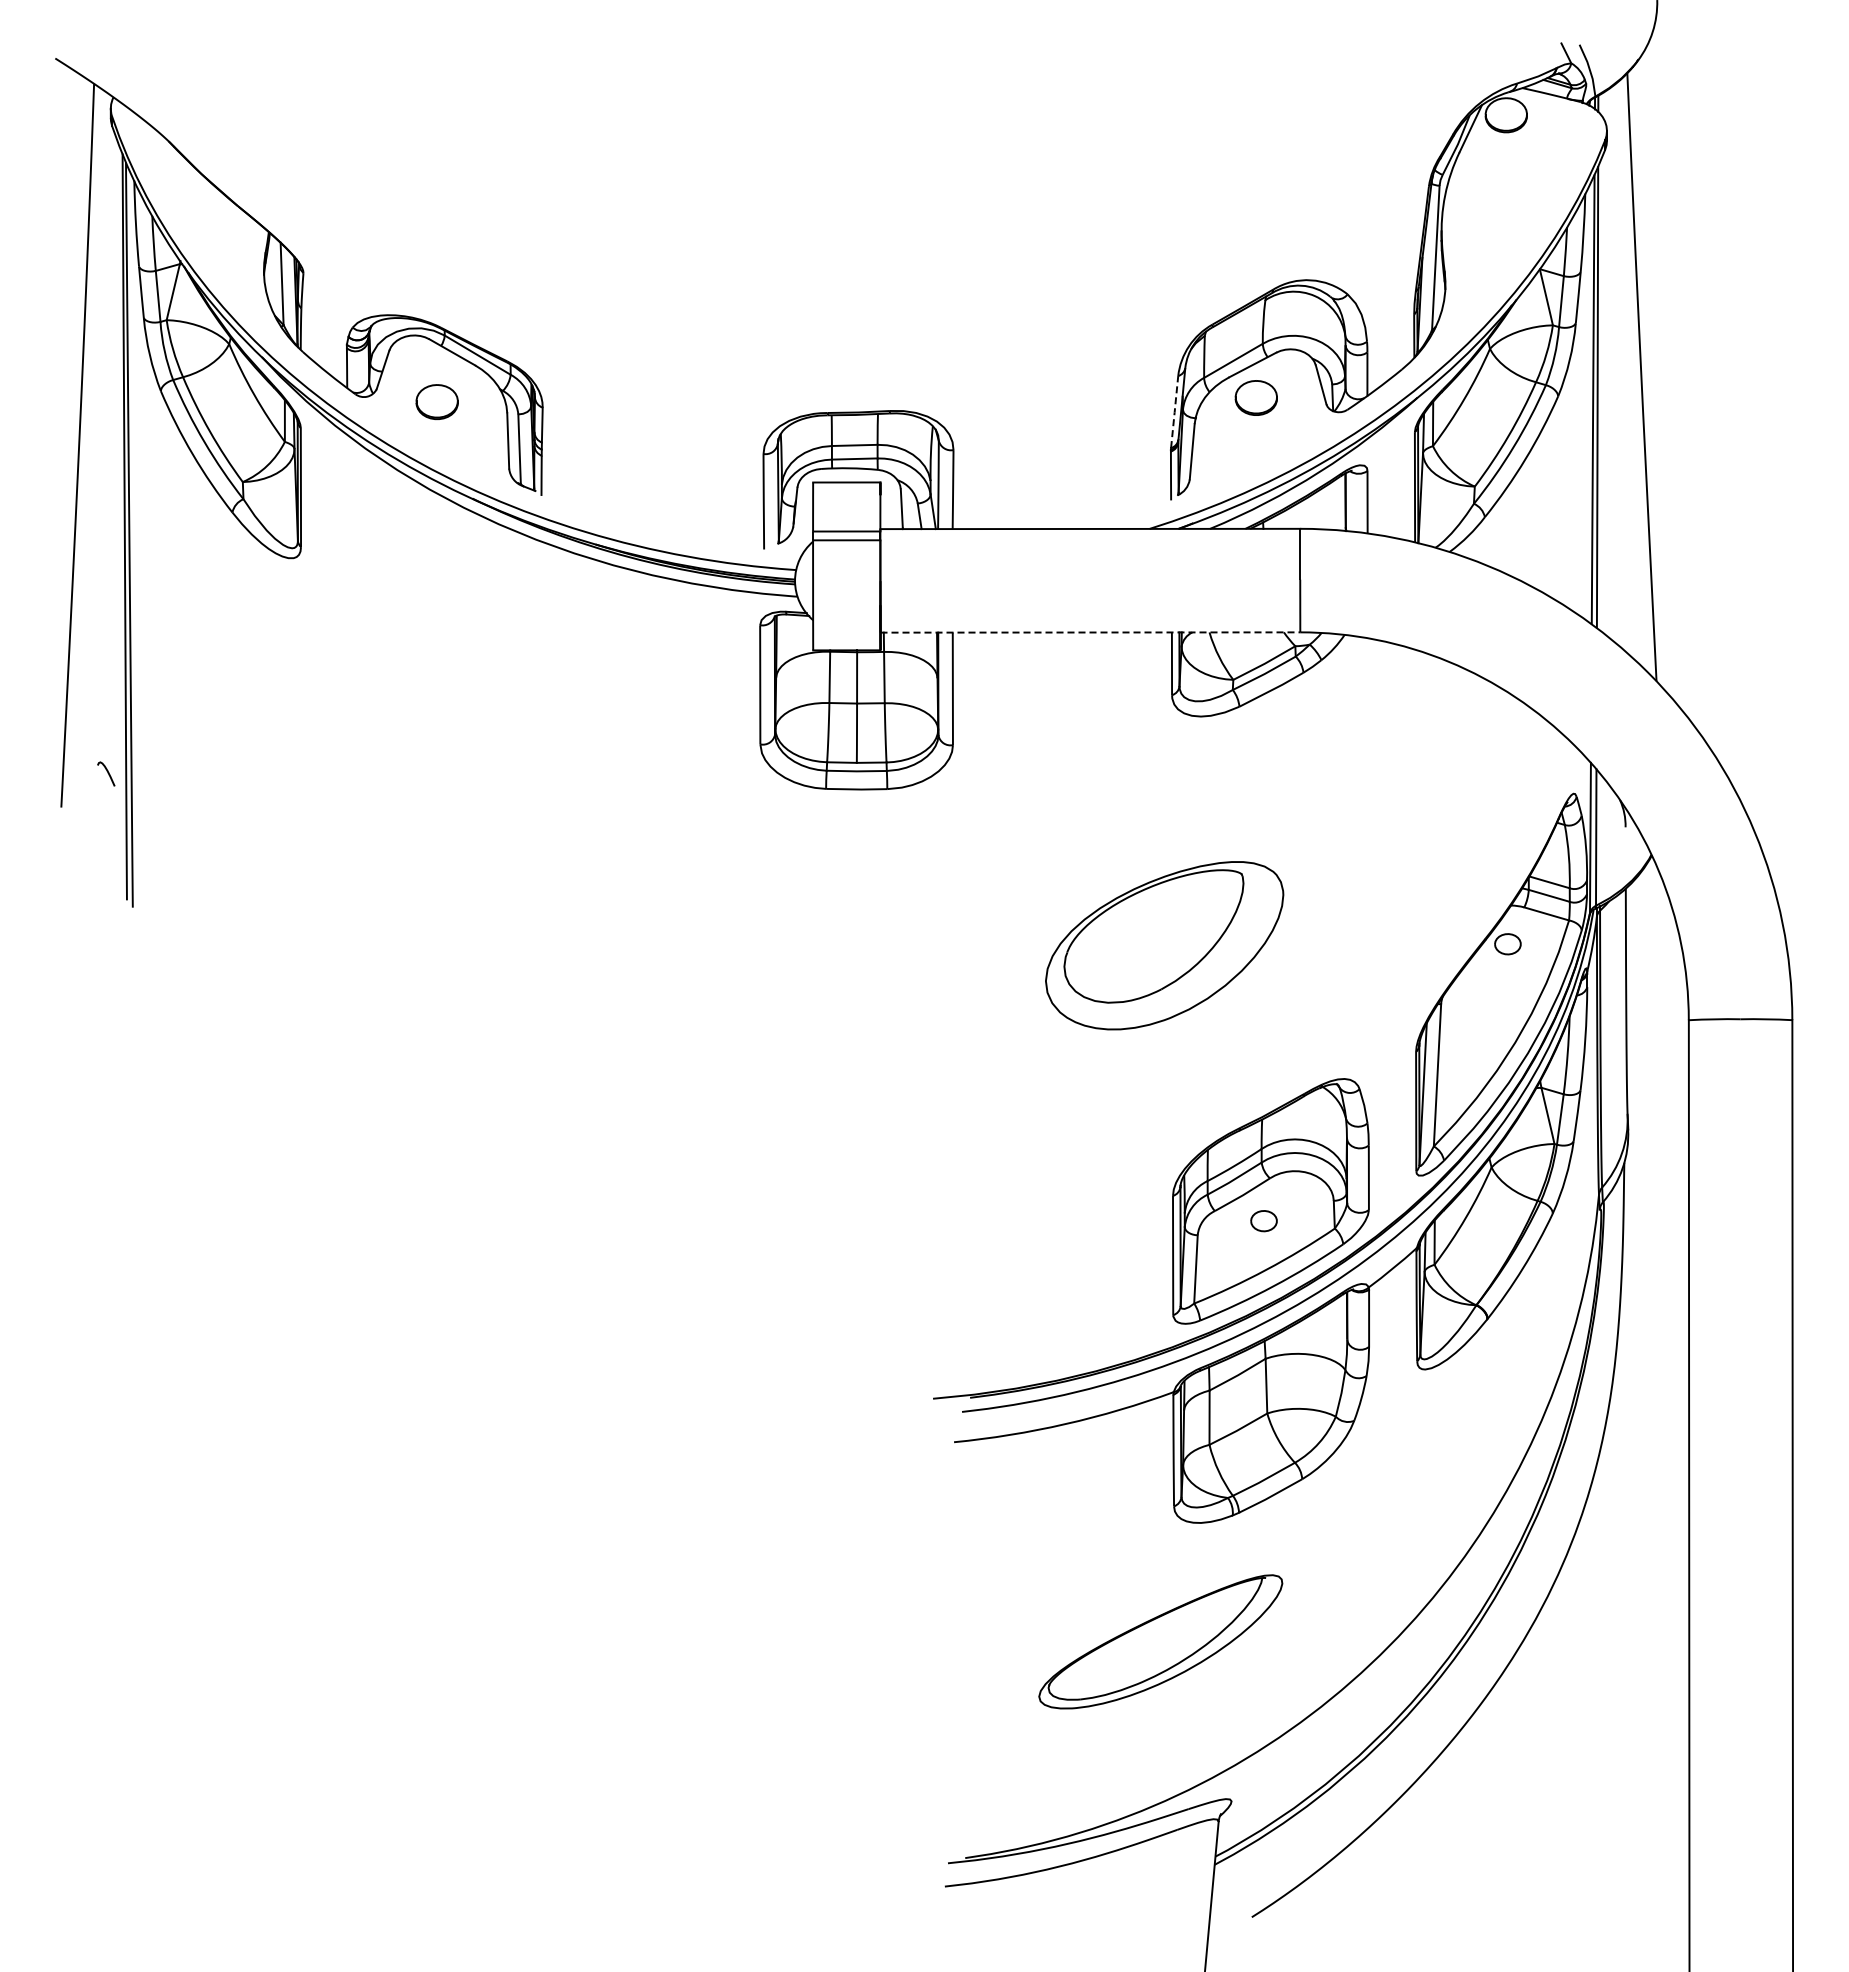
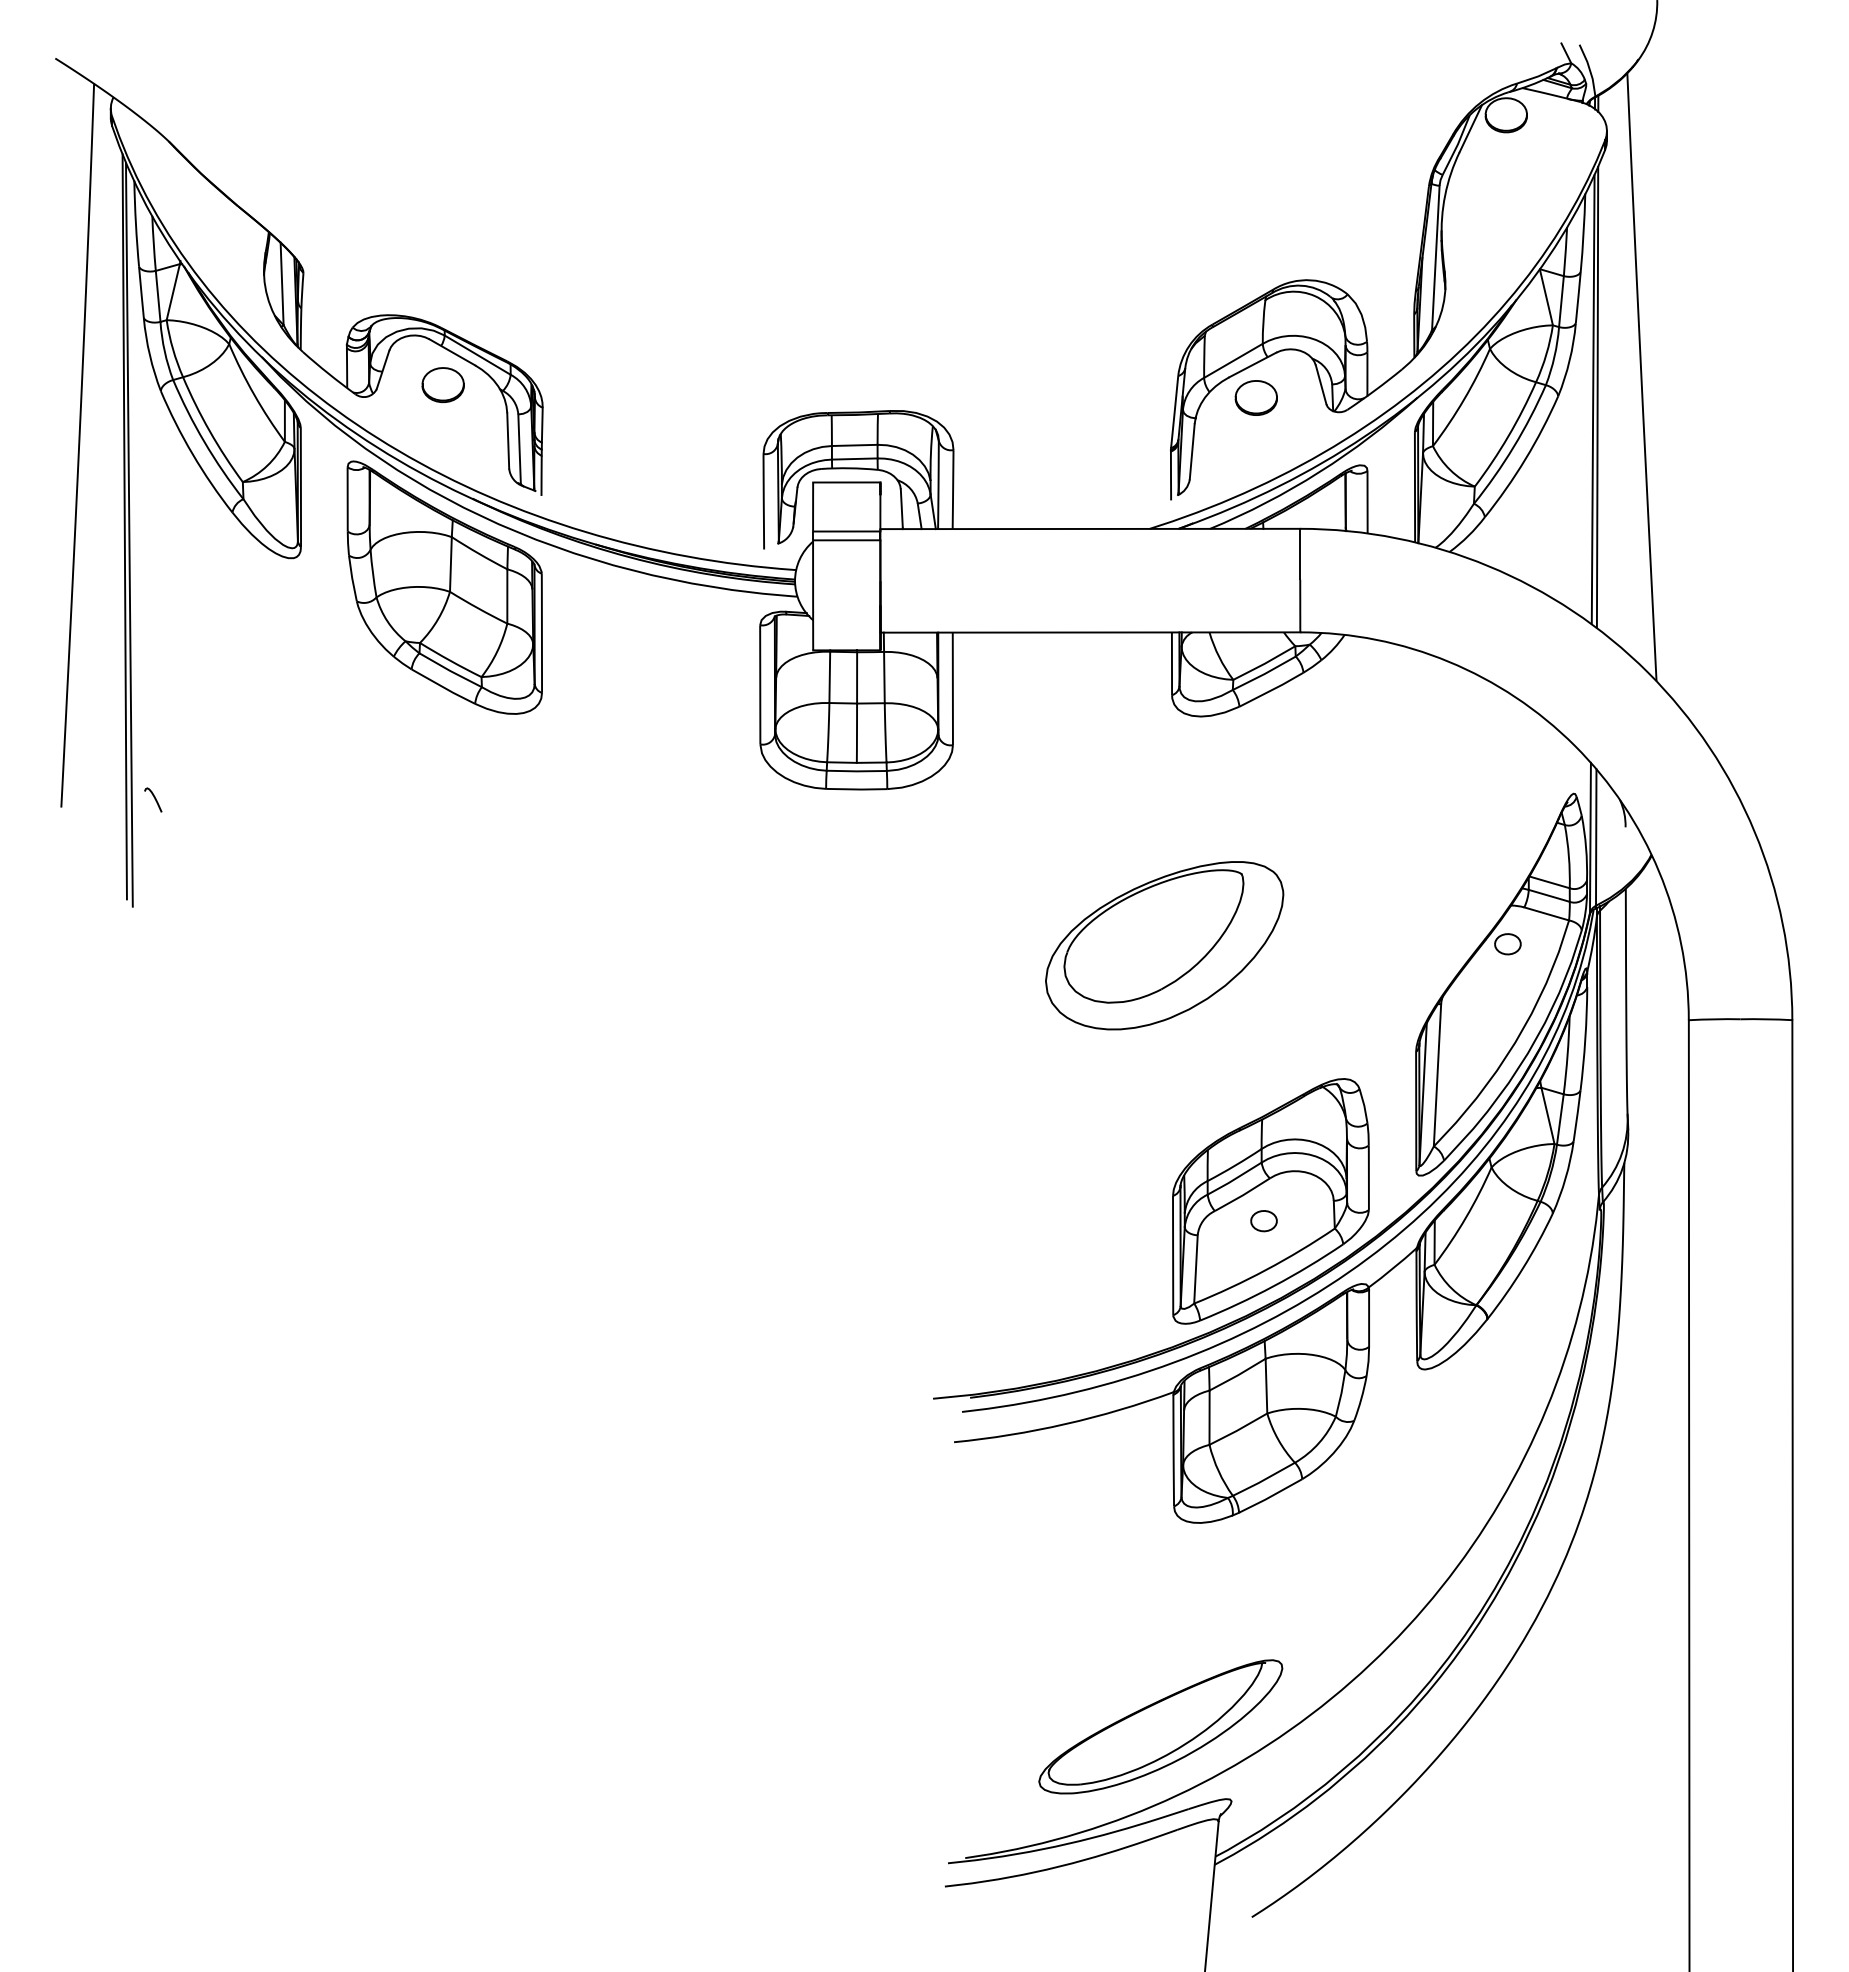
part at (436, 402) position: (436, 402) -> (442, 385)
line at (1174, 412): dashed -> solid
part at (444, 587): none -> present
line at (1090, 632): dashed -> solid
curve at (107, 773) position: (107, 773) -> (154, 799)
part at (1160, 1641) position: (1160, 1641) -> (1160, 1726)
